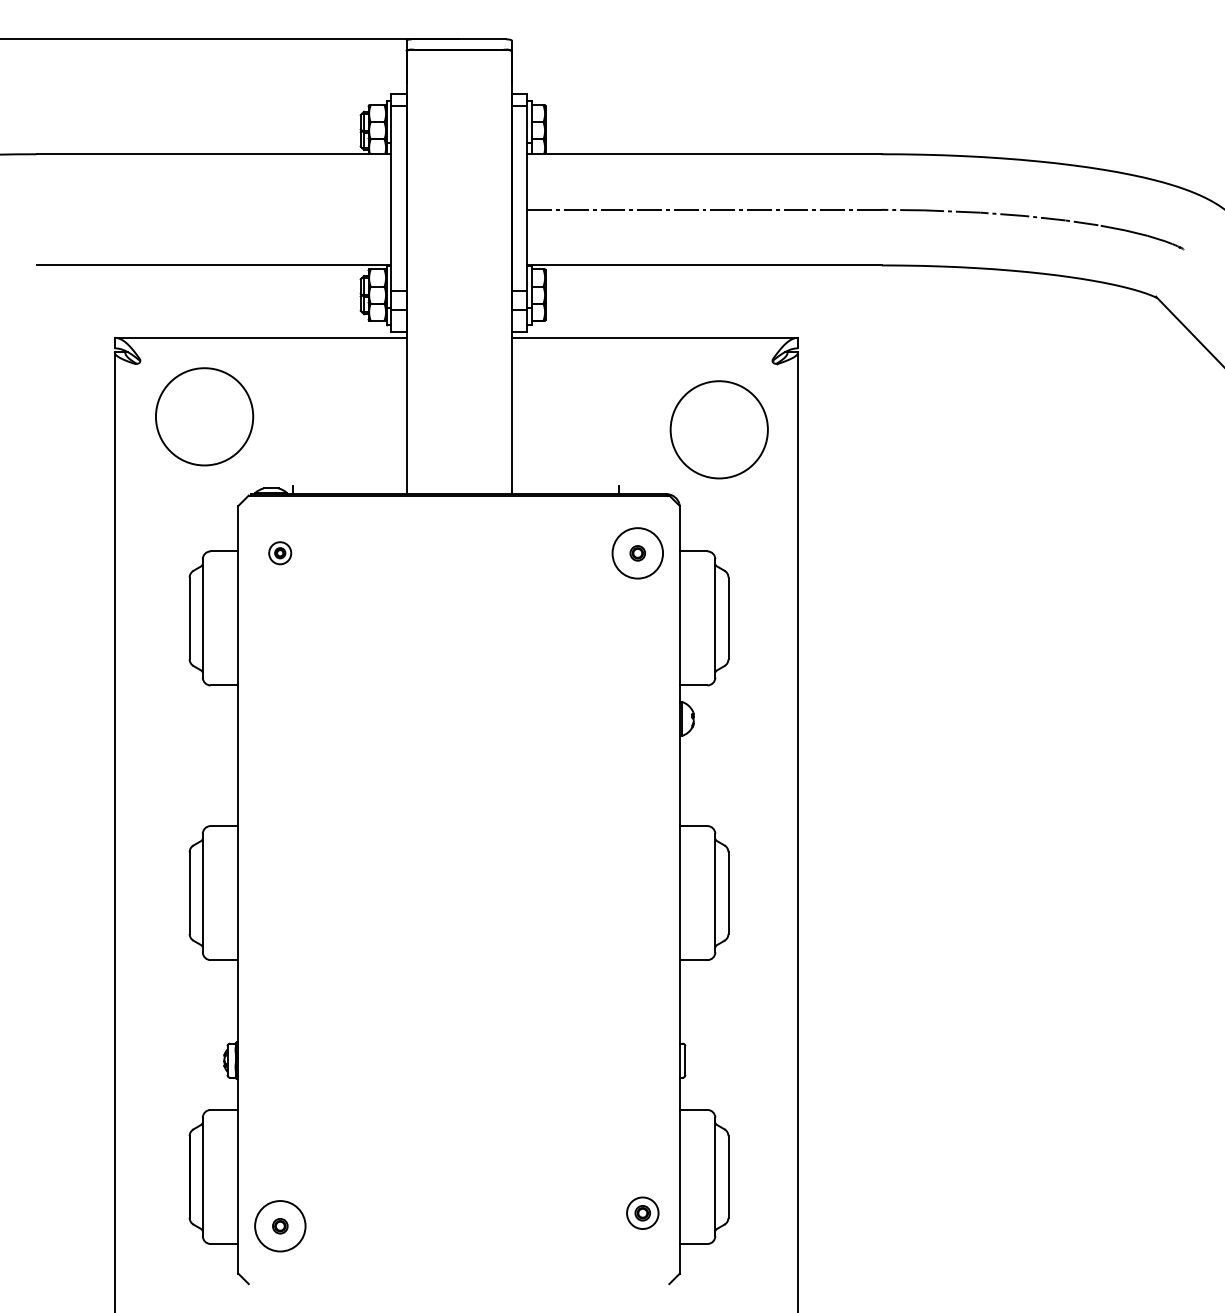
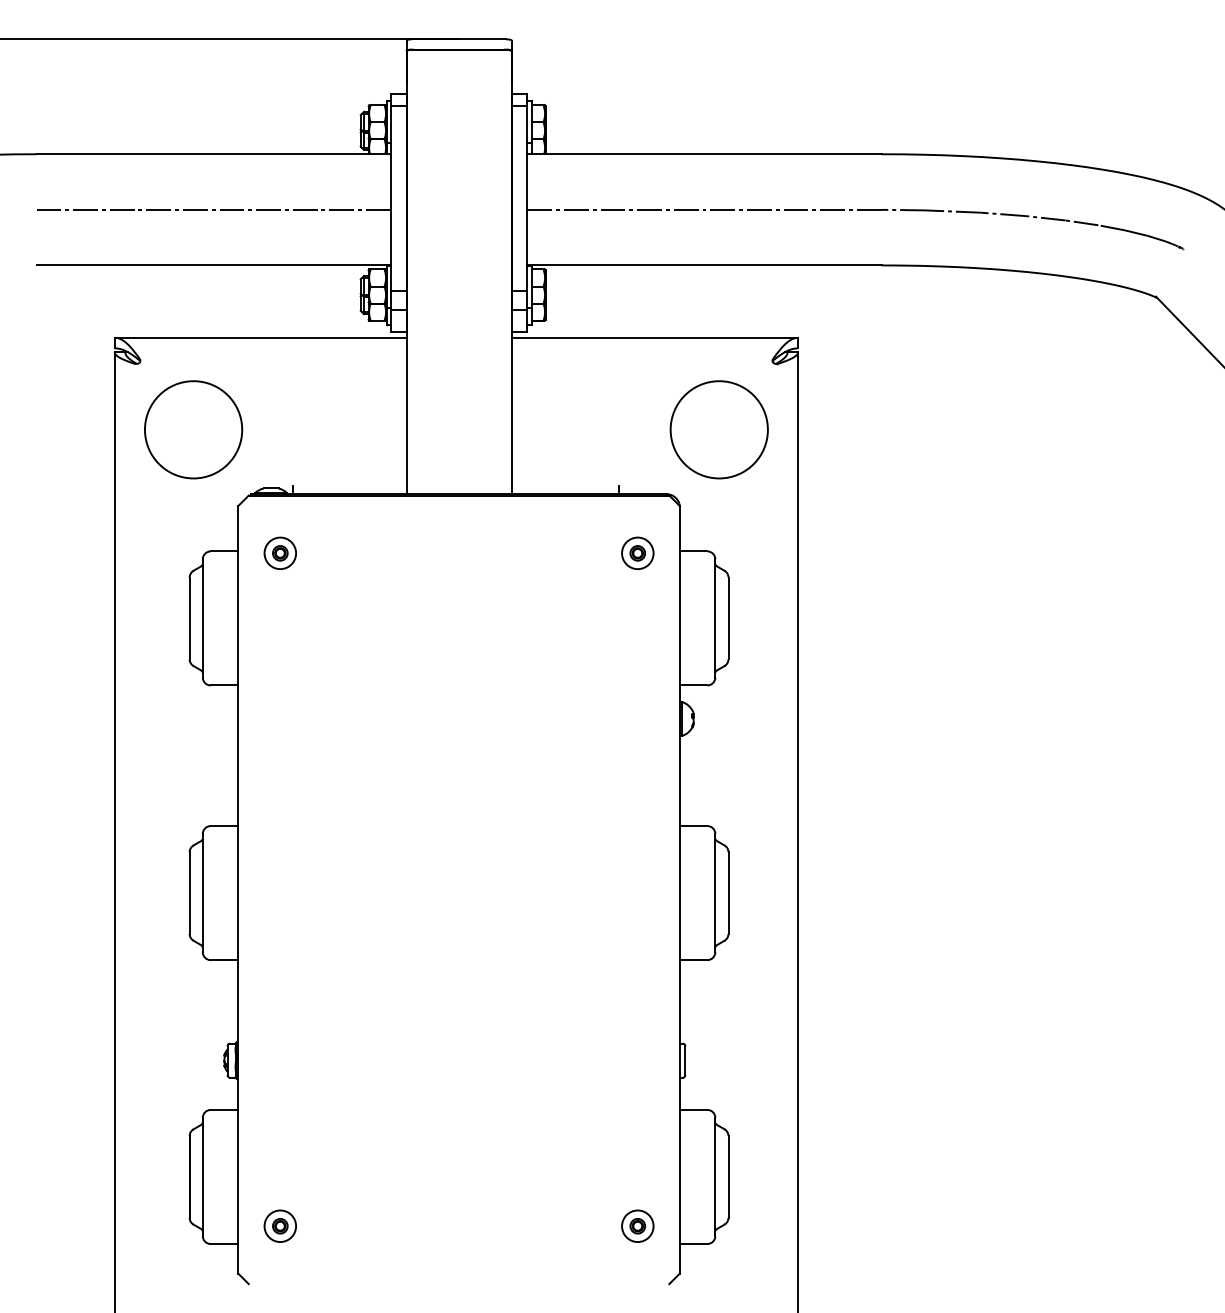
line at (213, 209): none -> present
circle at (204, 416) position: (204, 416) -> (193, 429)
part at (280, 553) size: 25x25 px -> 34x34 px
circle at (637, 553) diameter: 50 px -> 32 px
part at (642, 1212) position: (642, 1212) -> (637, 1225)
circle at (280, 1226) diameter: 50 px -> 32 px
